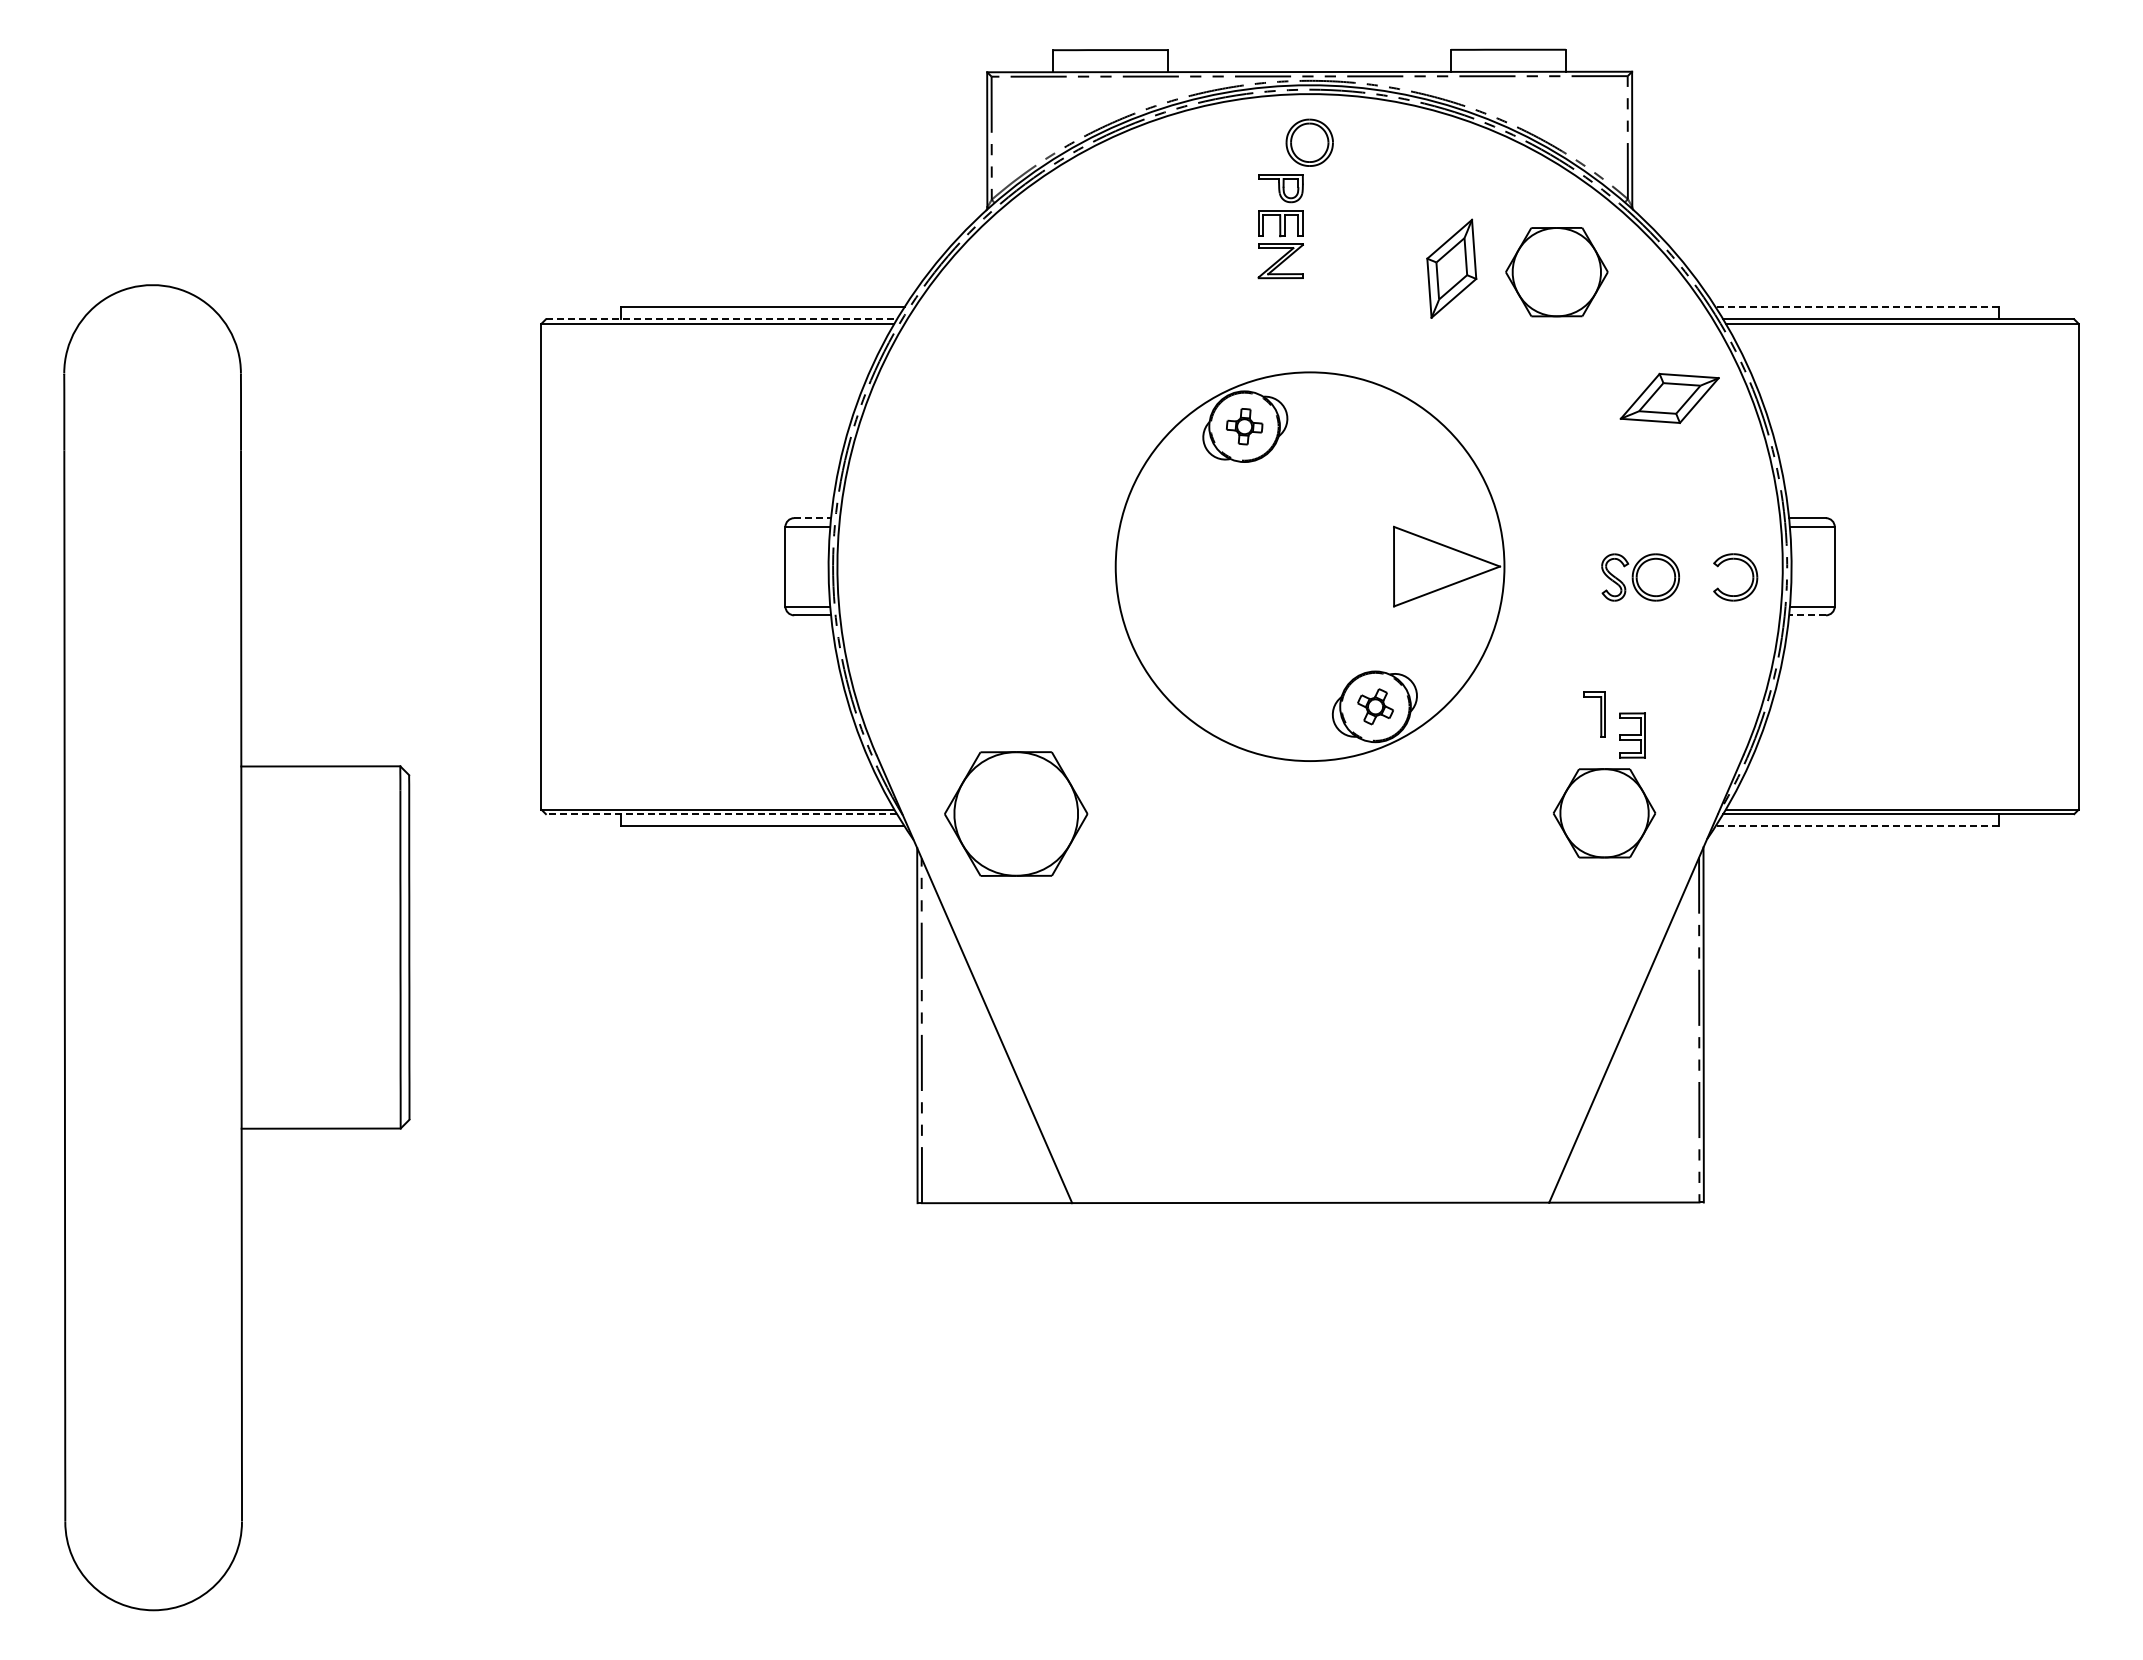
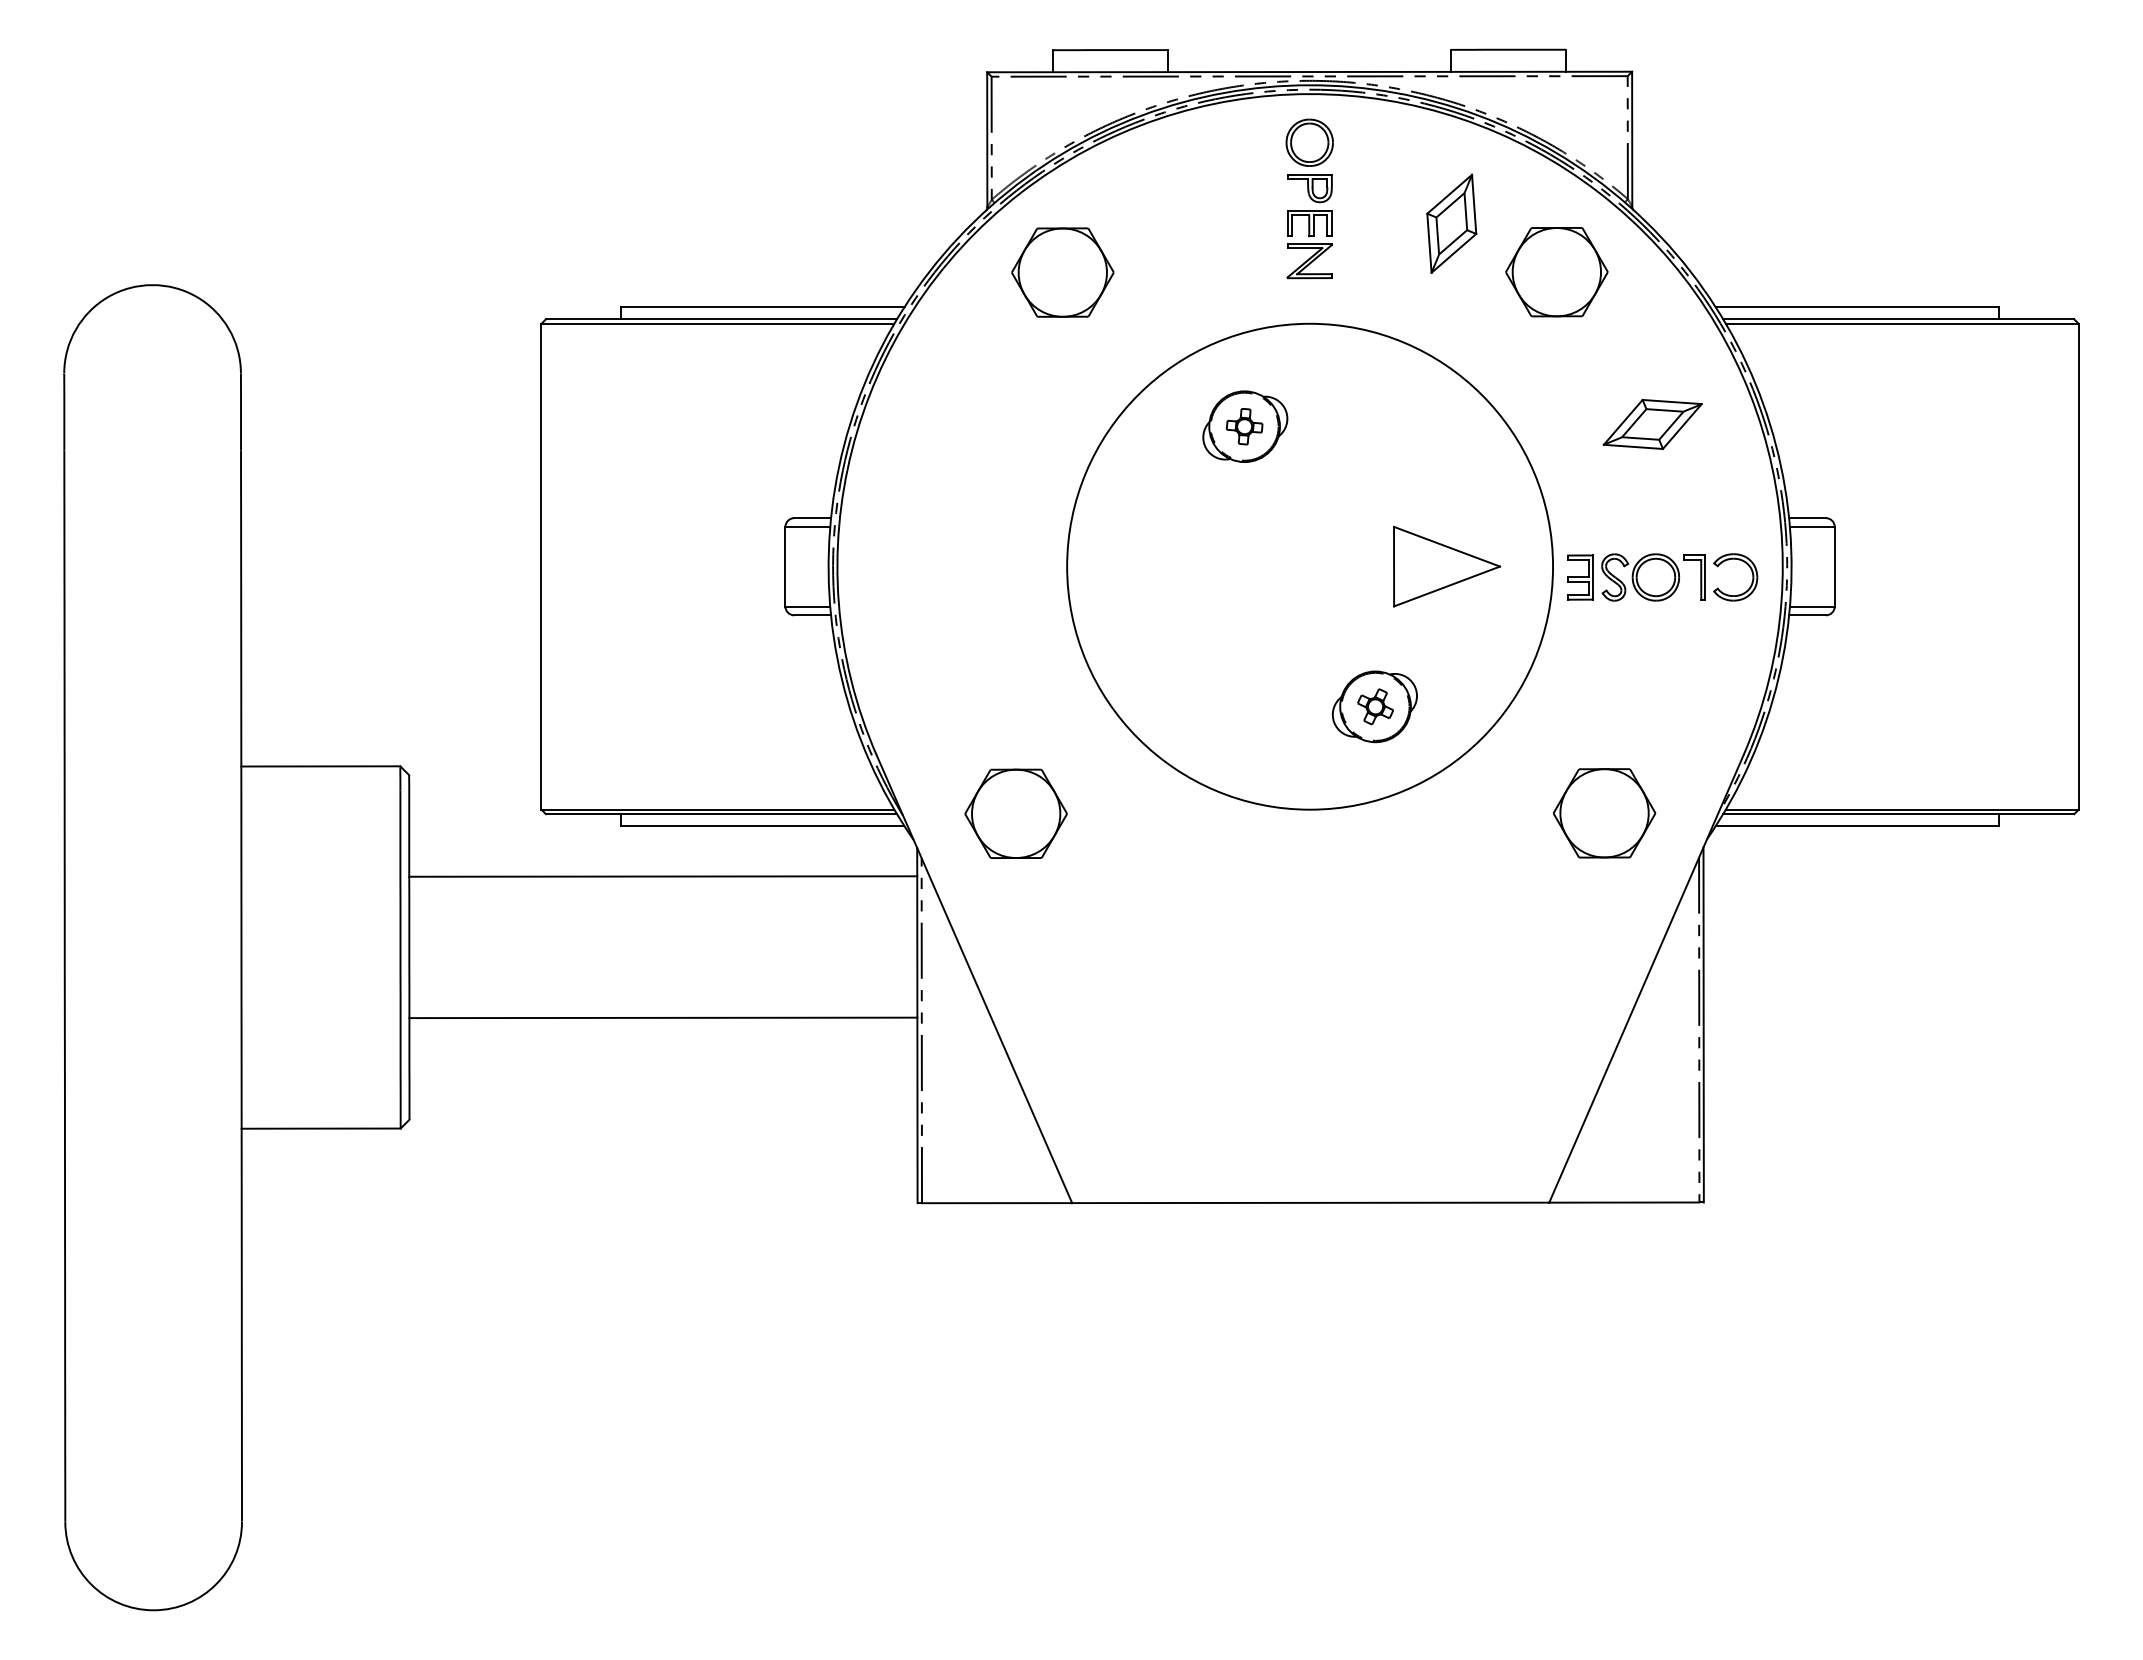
part at (1280, 226) position: (1280, 226) -> (1309, 226)
part at (1451, 268) position: (1451, 268) -> (1451, 223)
part at (1062, 272): none -> present
line at (1857, 307): dashed -> solid
line at (721, 319): dashed -> solid
part at (1669, 397) position: (1669, 397) -> (1652, 423)
line at (813, 518): dashed -> solid
circle at (1309, 566) diameter: 389 px -> 486 px
line at (1807, 615): dashed -> solid
part at (1594, 714) position: (1594, 714) -> (1694, 577)
part at (1632, 735) position: (1632, 735) -> (1580, 577)
part at (1016, 813) size: 145x126 px -> 104x91 px
line at (721, 814): dashed -> solid
line at (1857, 826): dashed -> solid
line at (663, 876): none -> present
line at (663, 1017): none -> present
